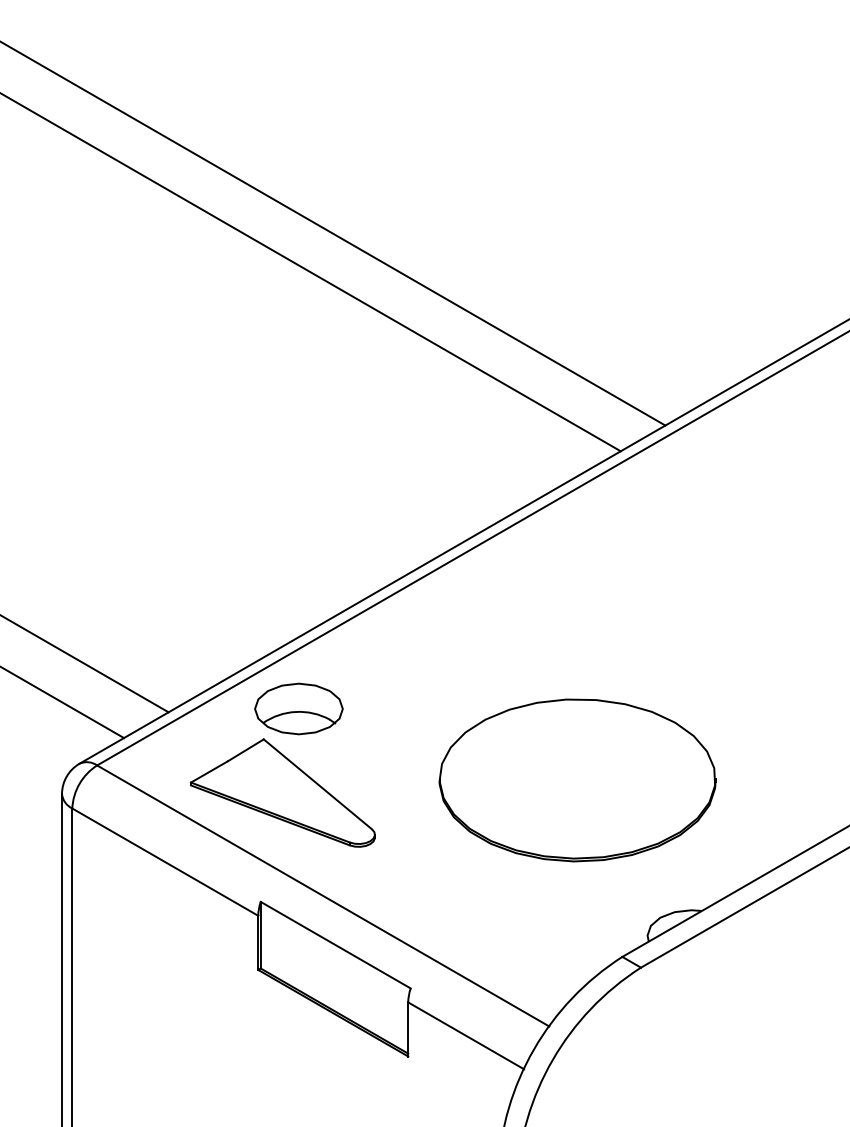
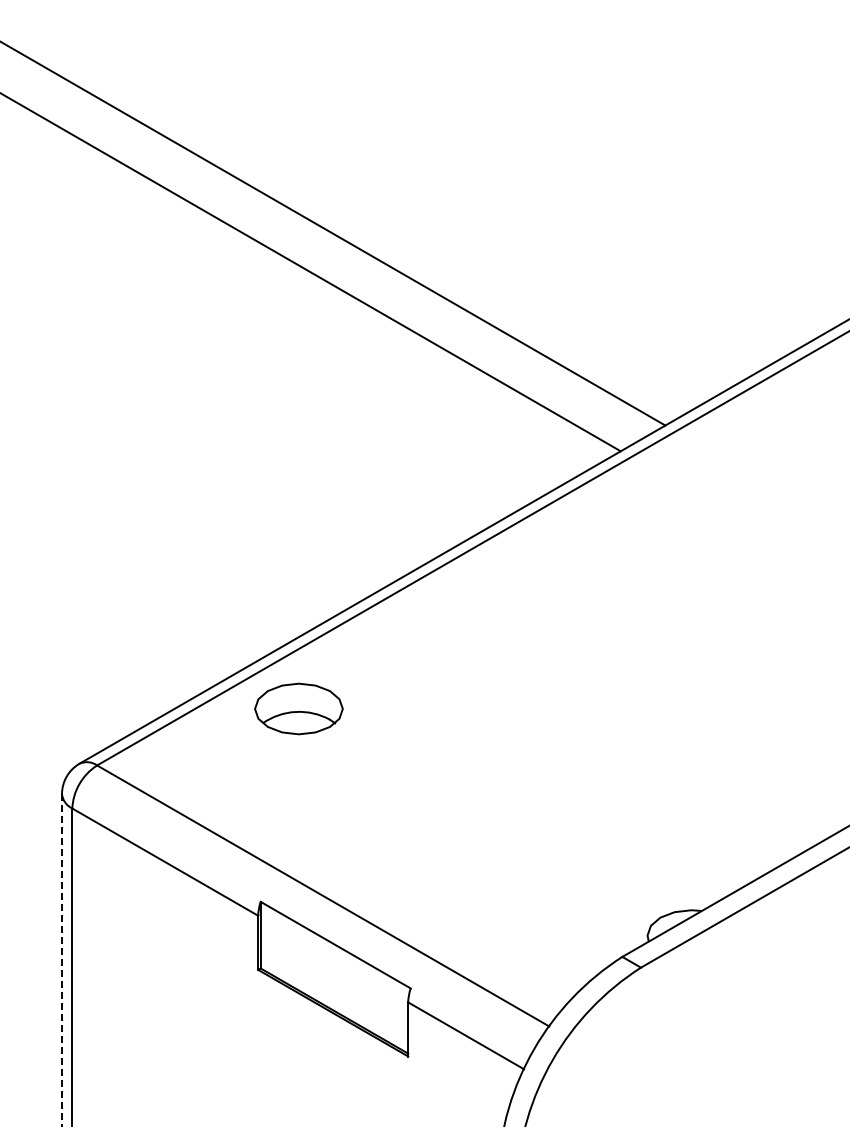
line at (85, 664): present -> none
line at (63, 703): present -> none
part at (577, 780): present -> none
part at (282, 792): present -> none
line at (62, 960): solid -> dashed
